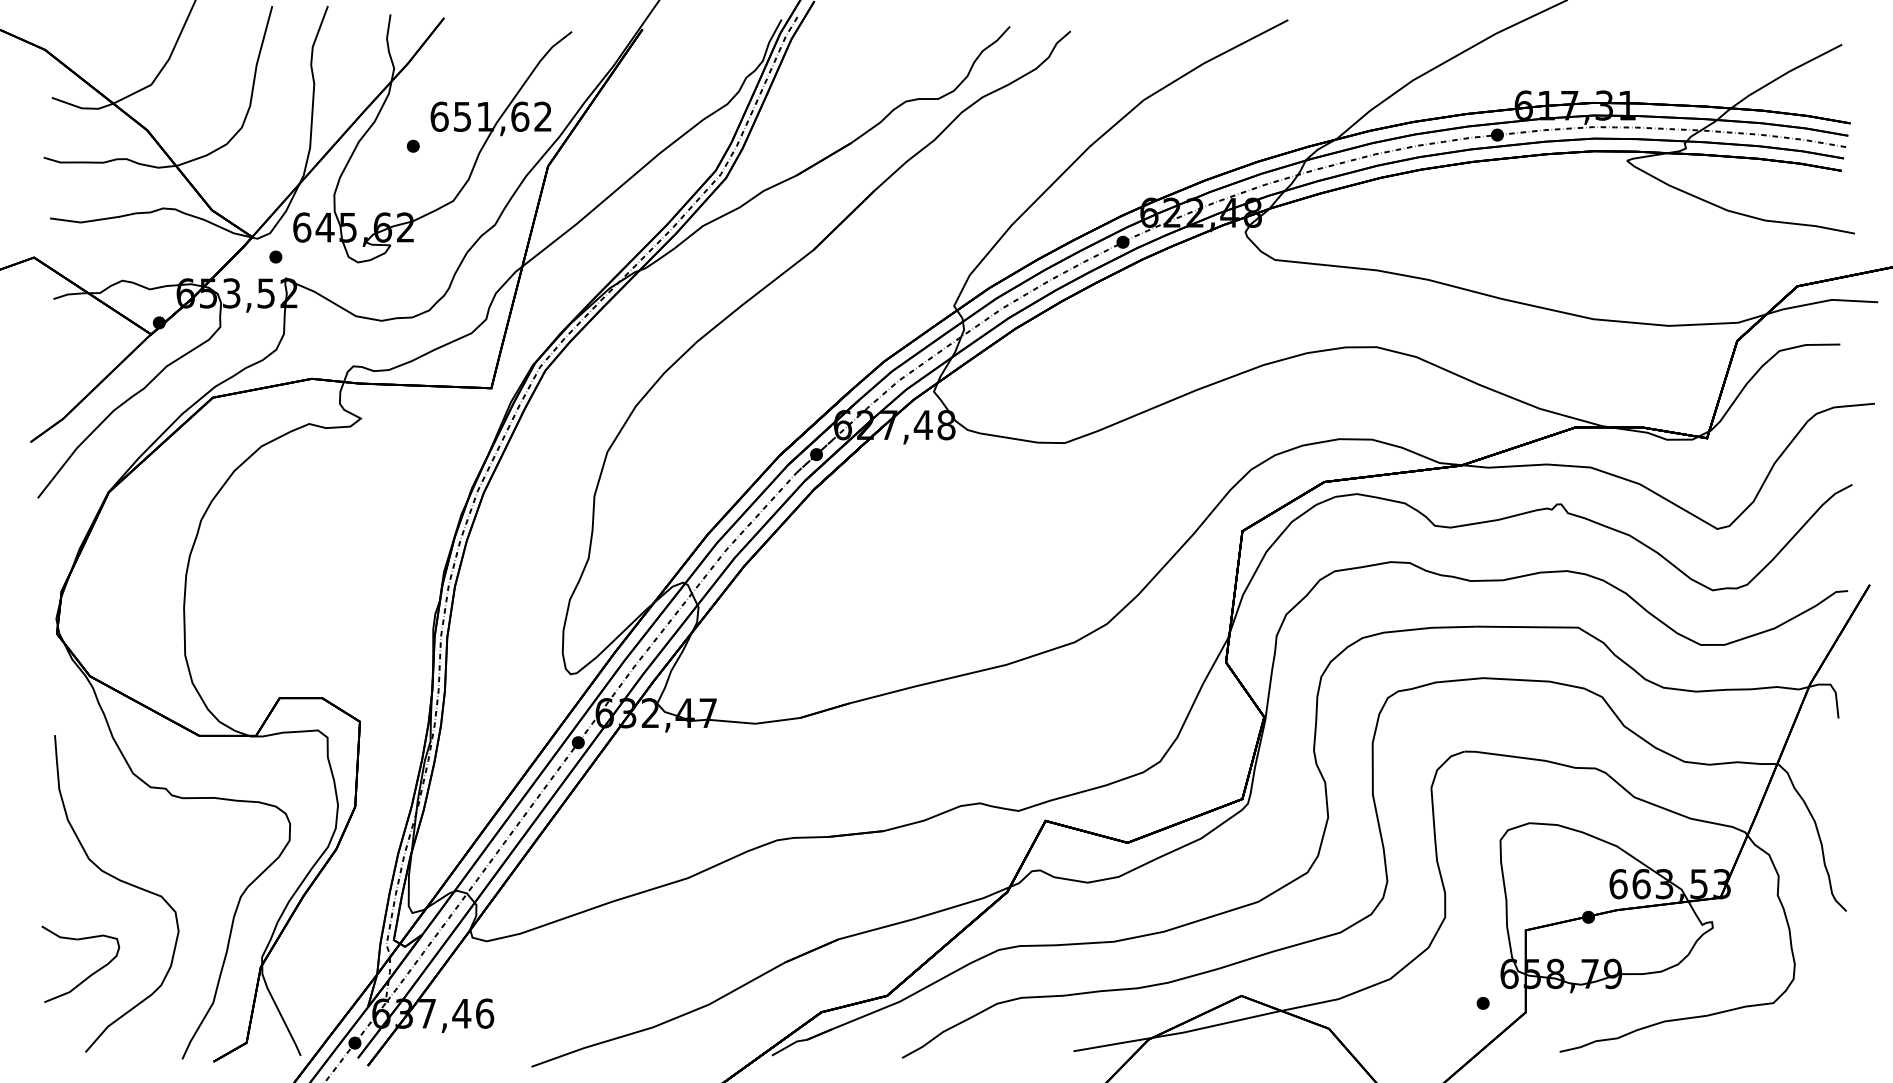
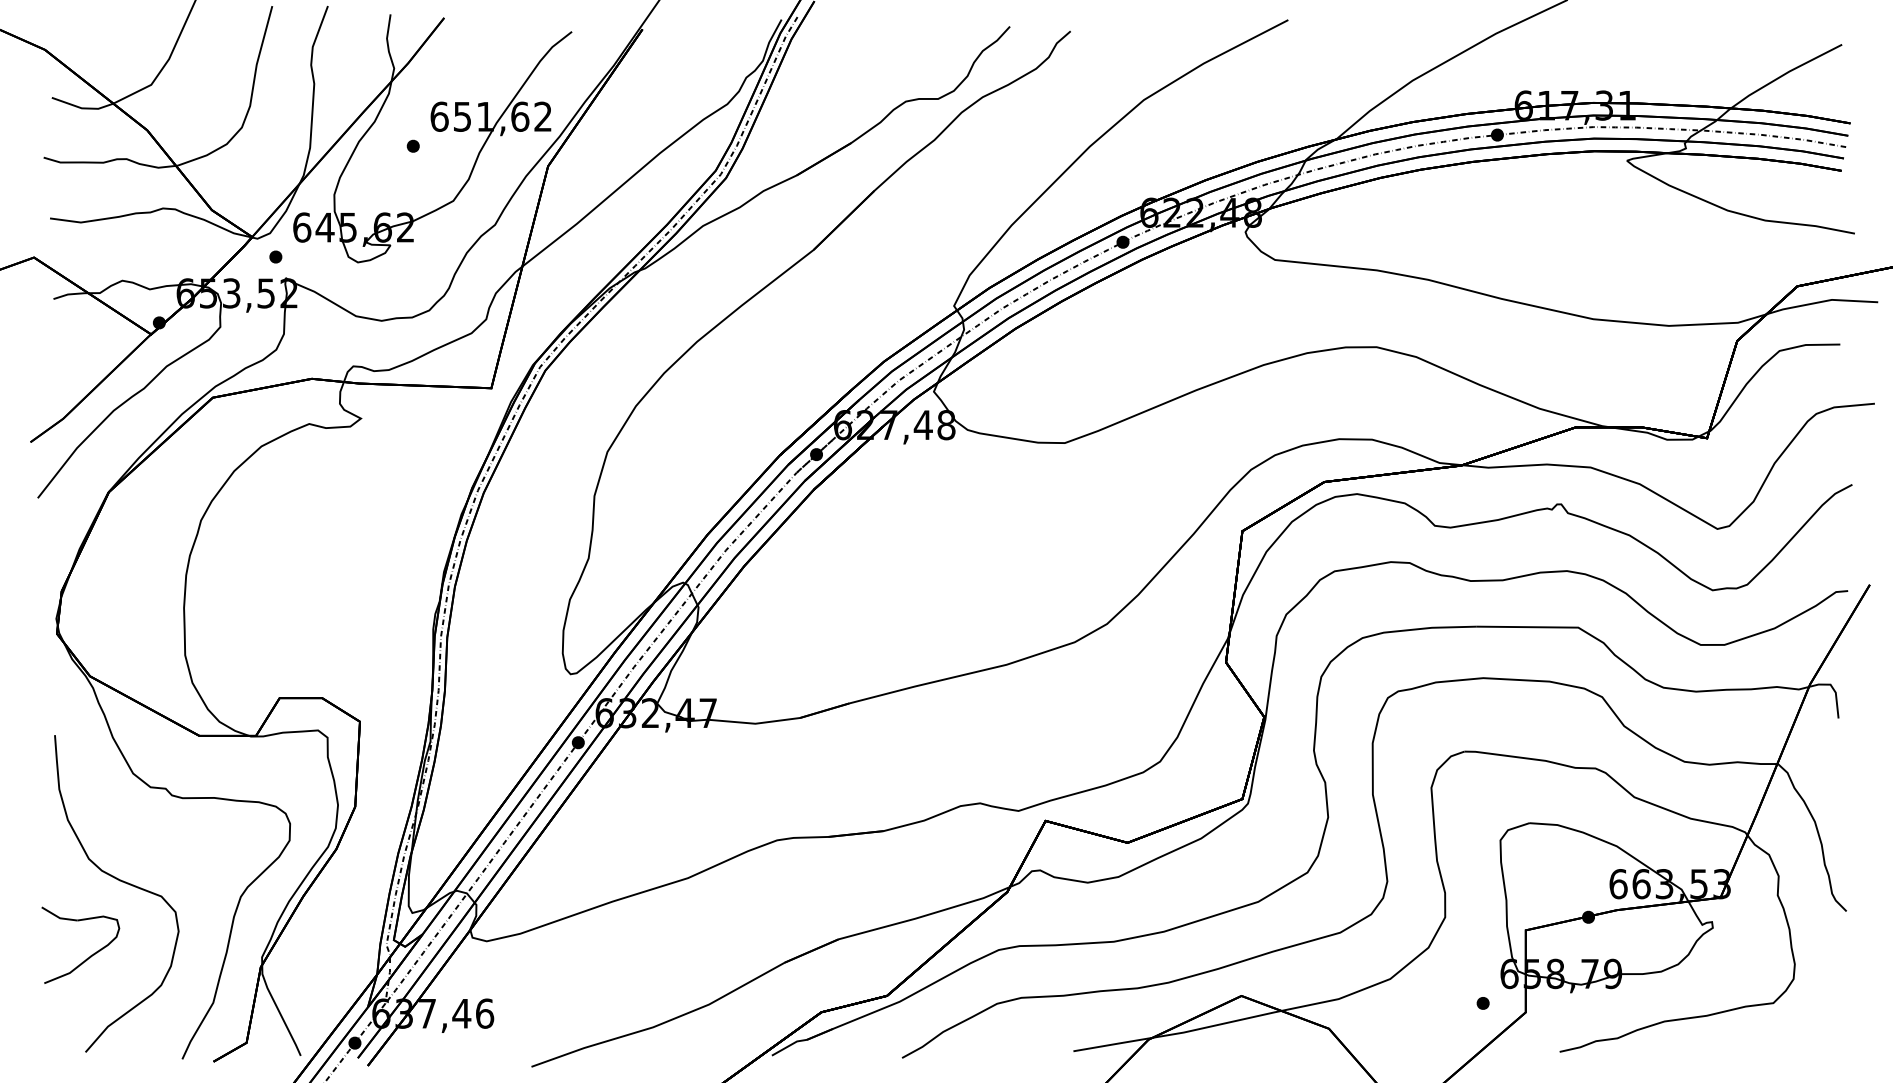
part at (91, 973) position: (91, 973) -> (91, 954)
